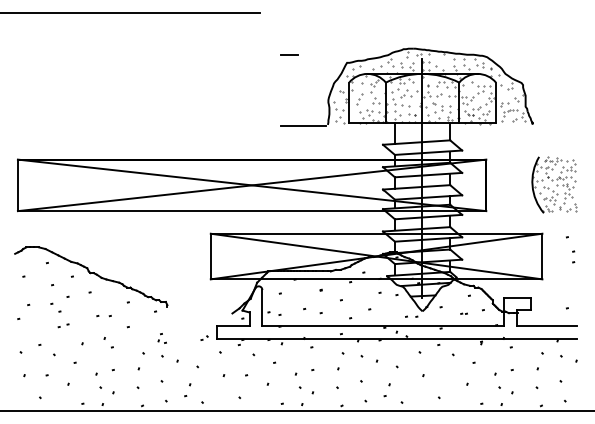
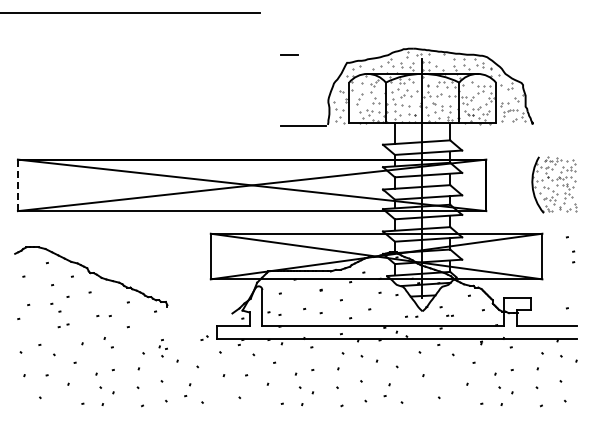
line at (17, 185): solid -> dashed
part at (463, 313) position: (463, 313) -> (449, 315)
part at (161, 338) position: (161, 338) -> (162, 344)
line at (296, 411): present -> none
